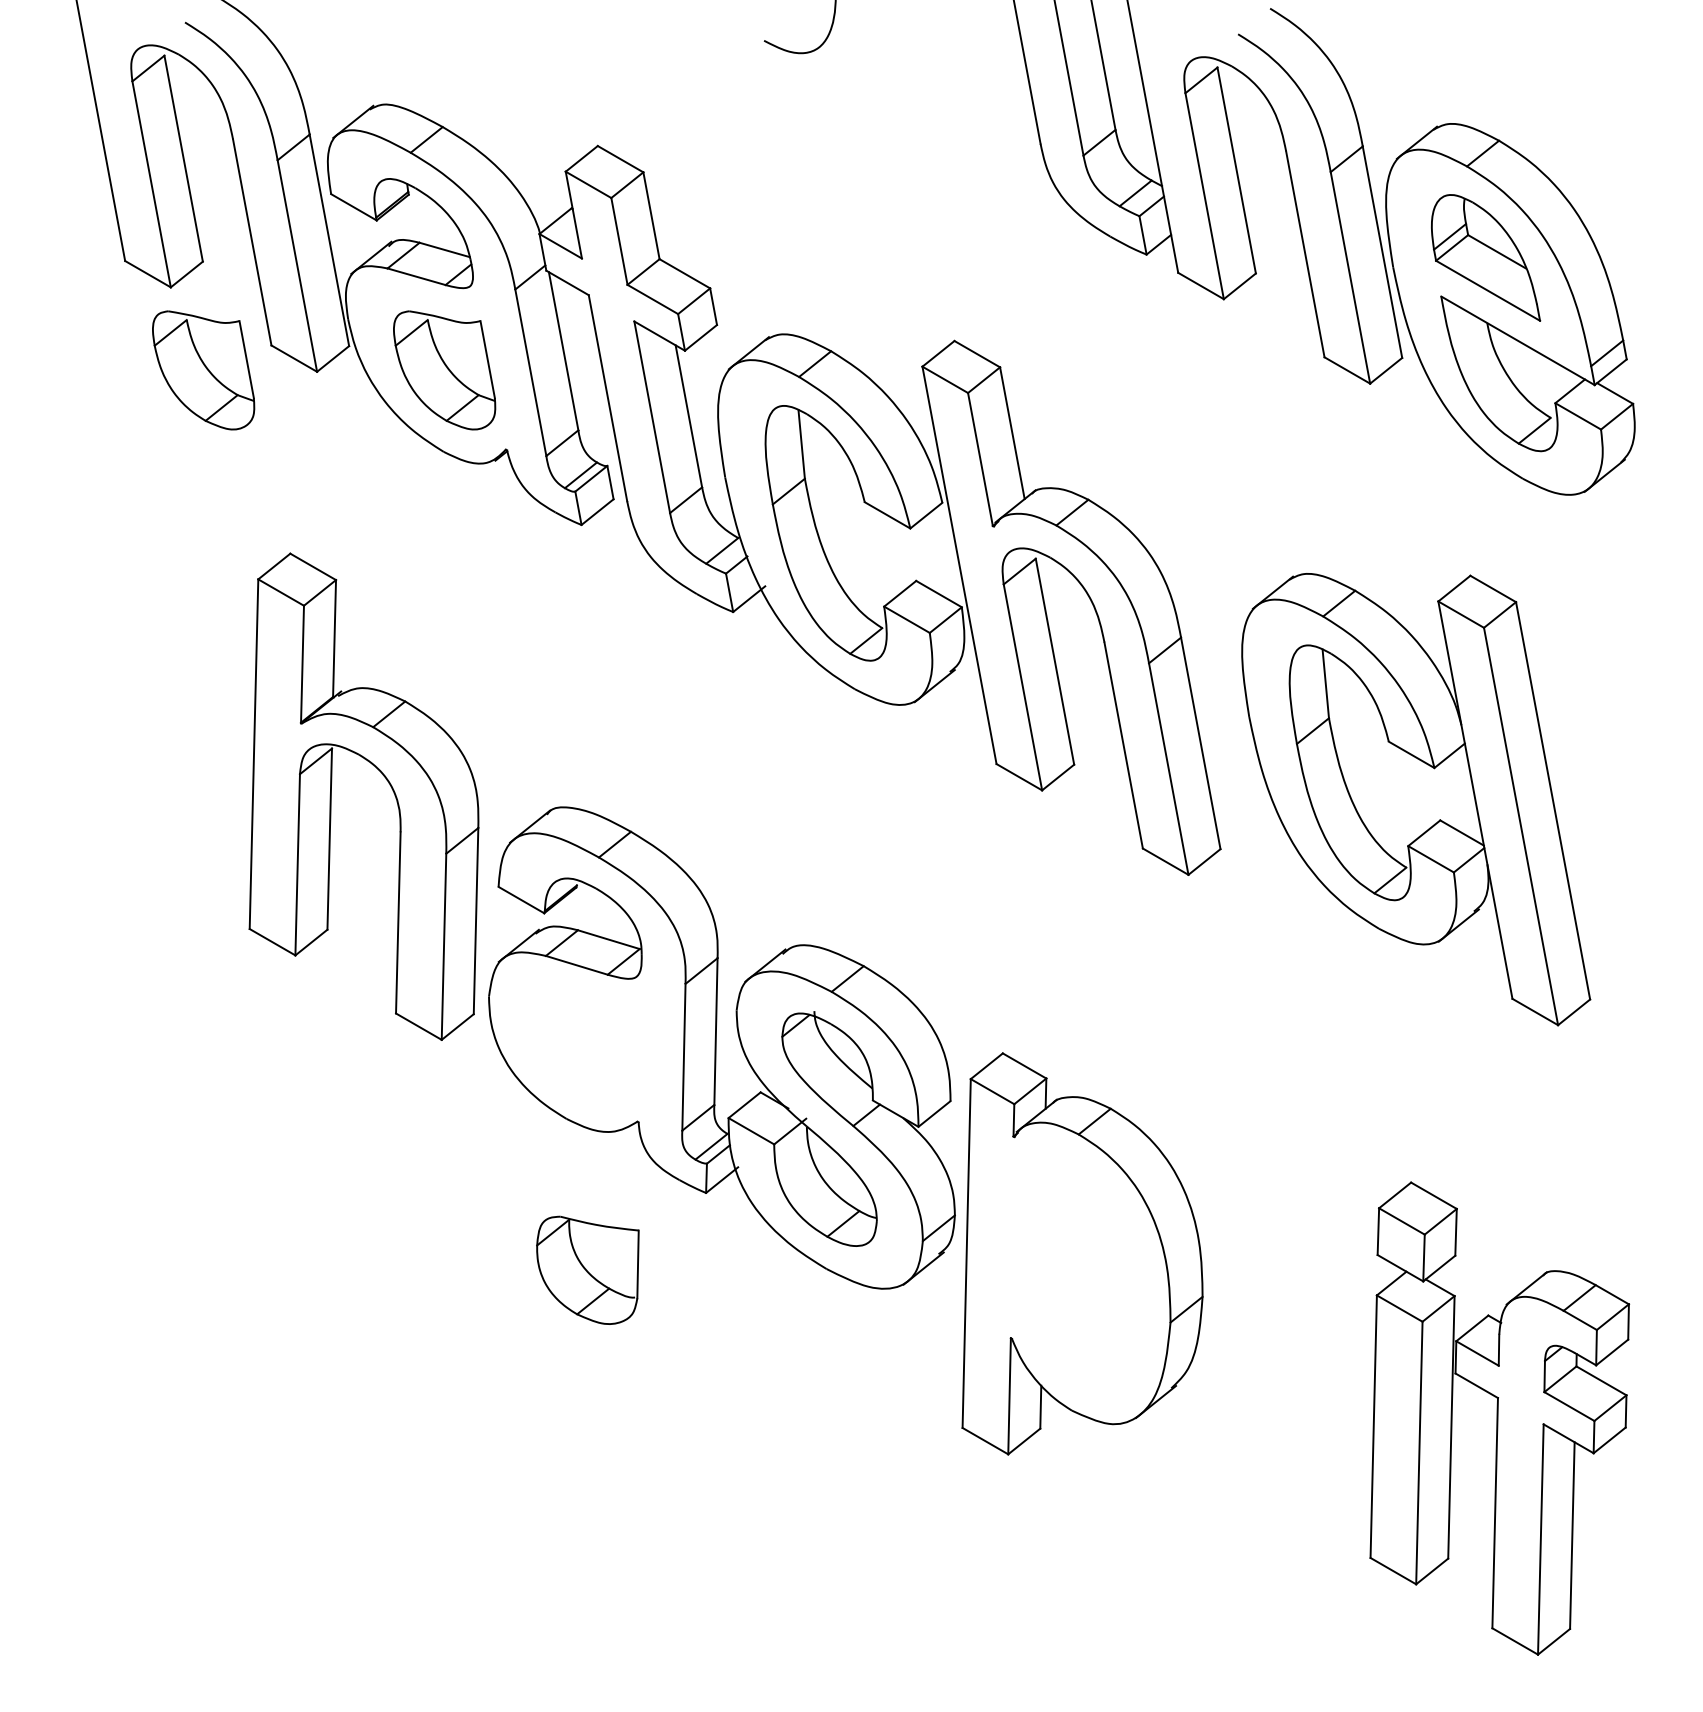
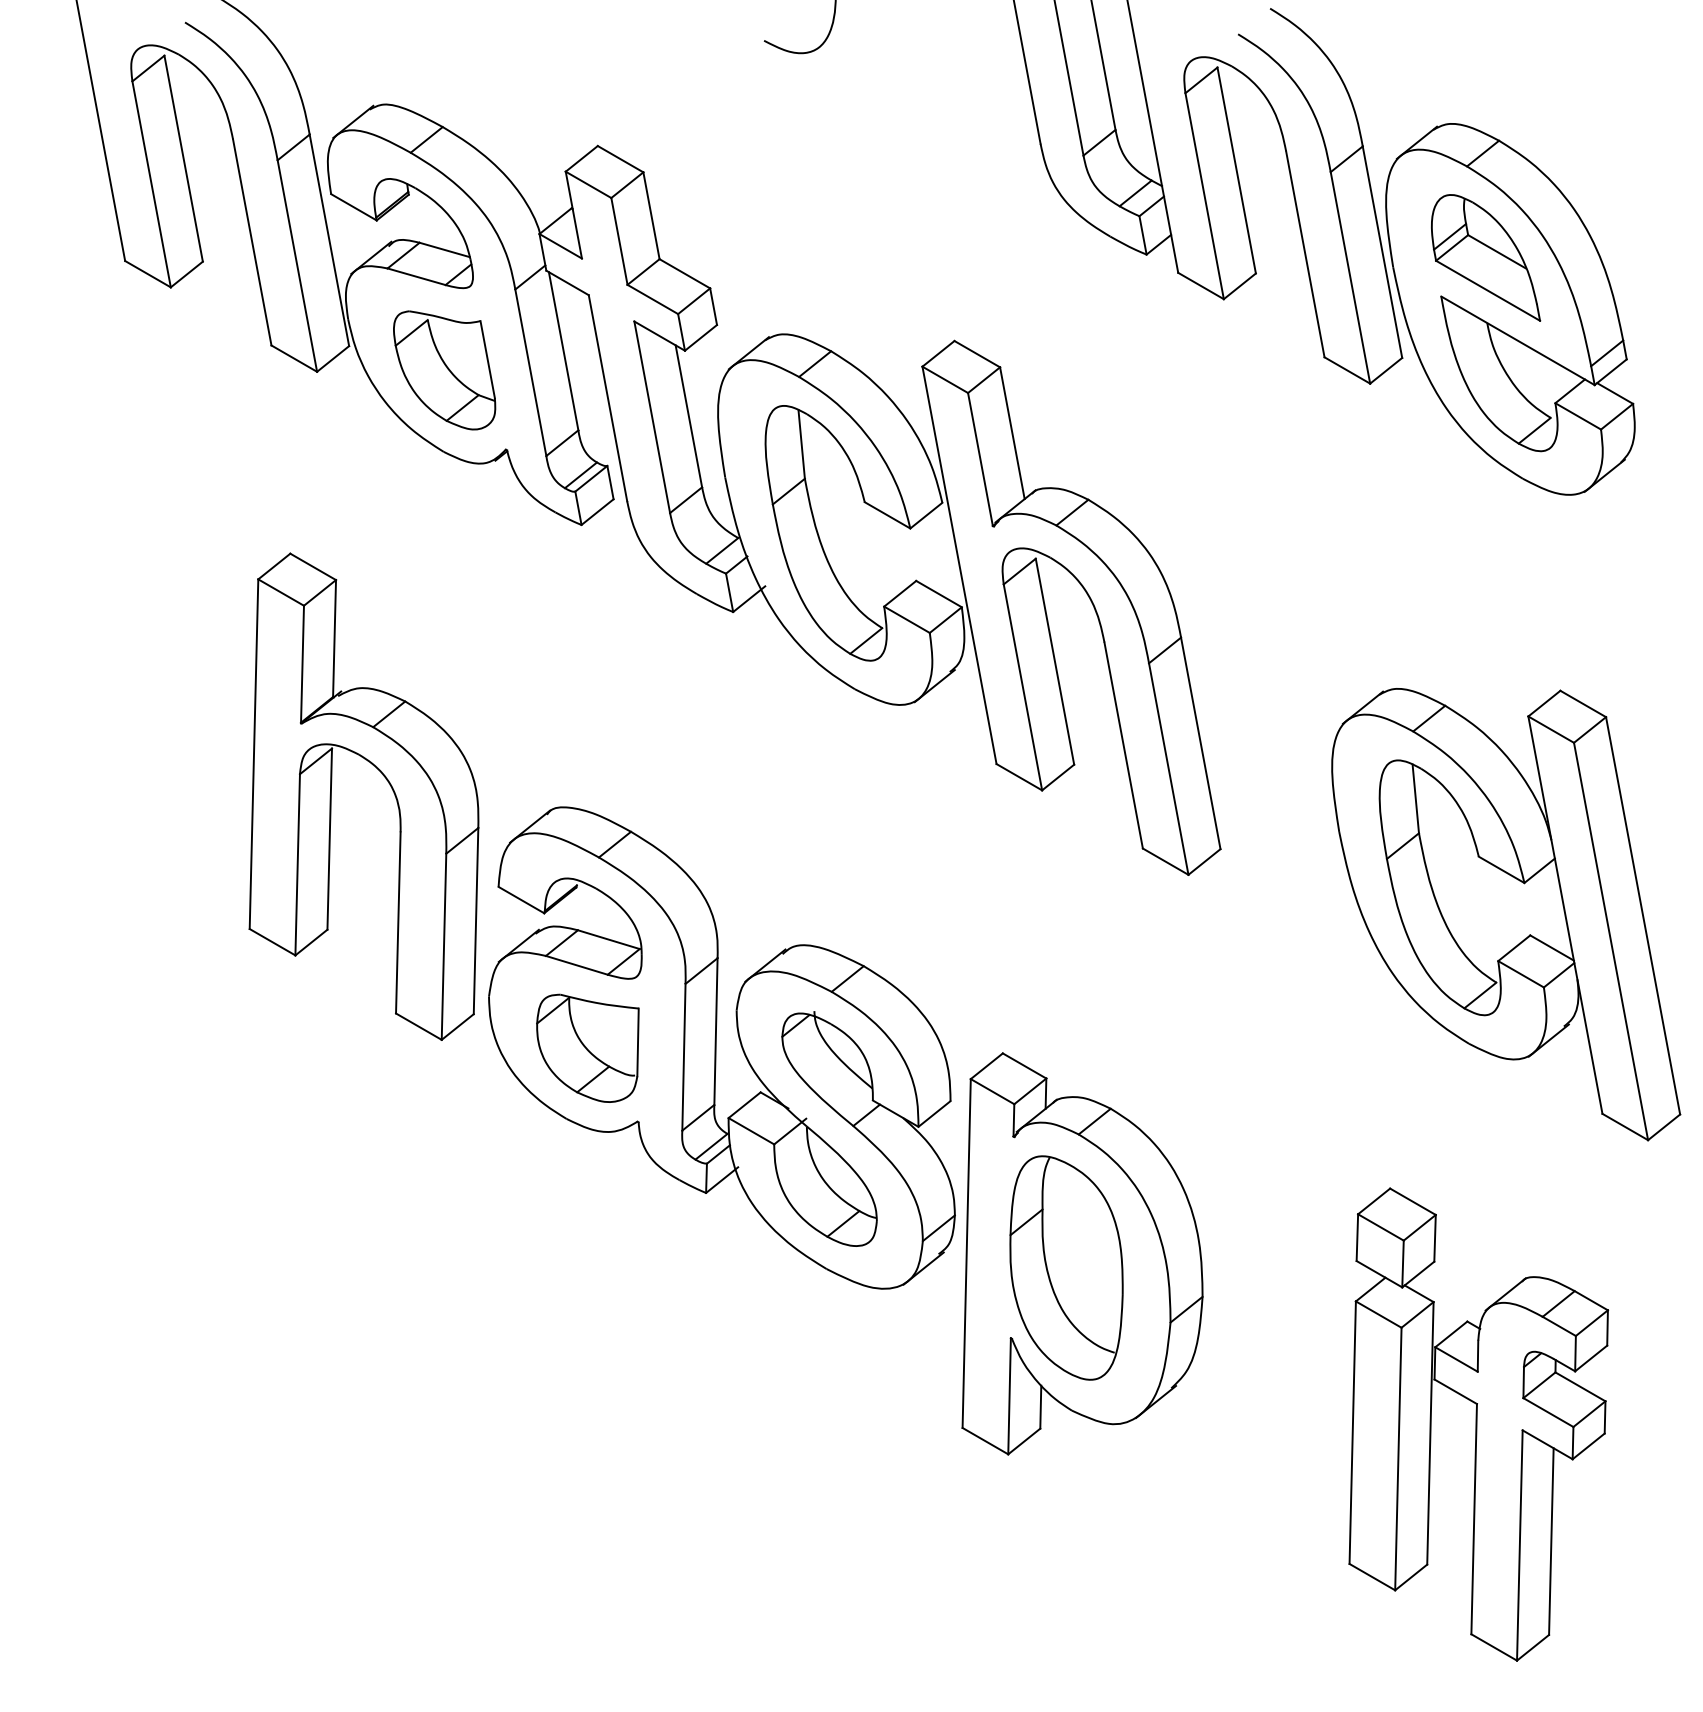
part at (203, 370): present -> none
part at (1416, 799) position: (1416, 799) -> (1506, 914)
part at (1066, 1267): none -> present
part at (587, 1269) position: (587, 1269) -> (587, 1047)
part at (1499, 1418) position: (1499, 1418) -> (1478, 1424)
